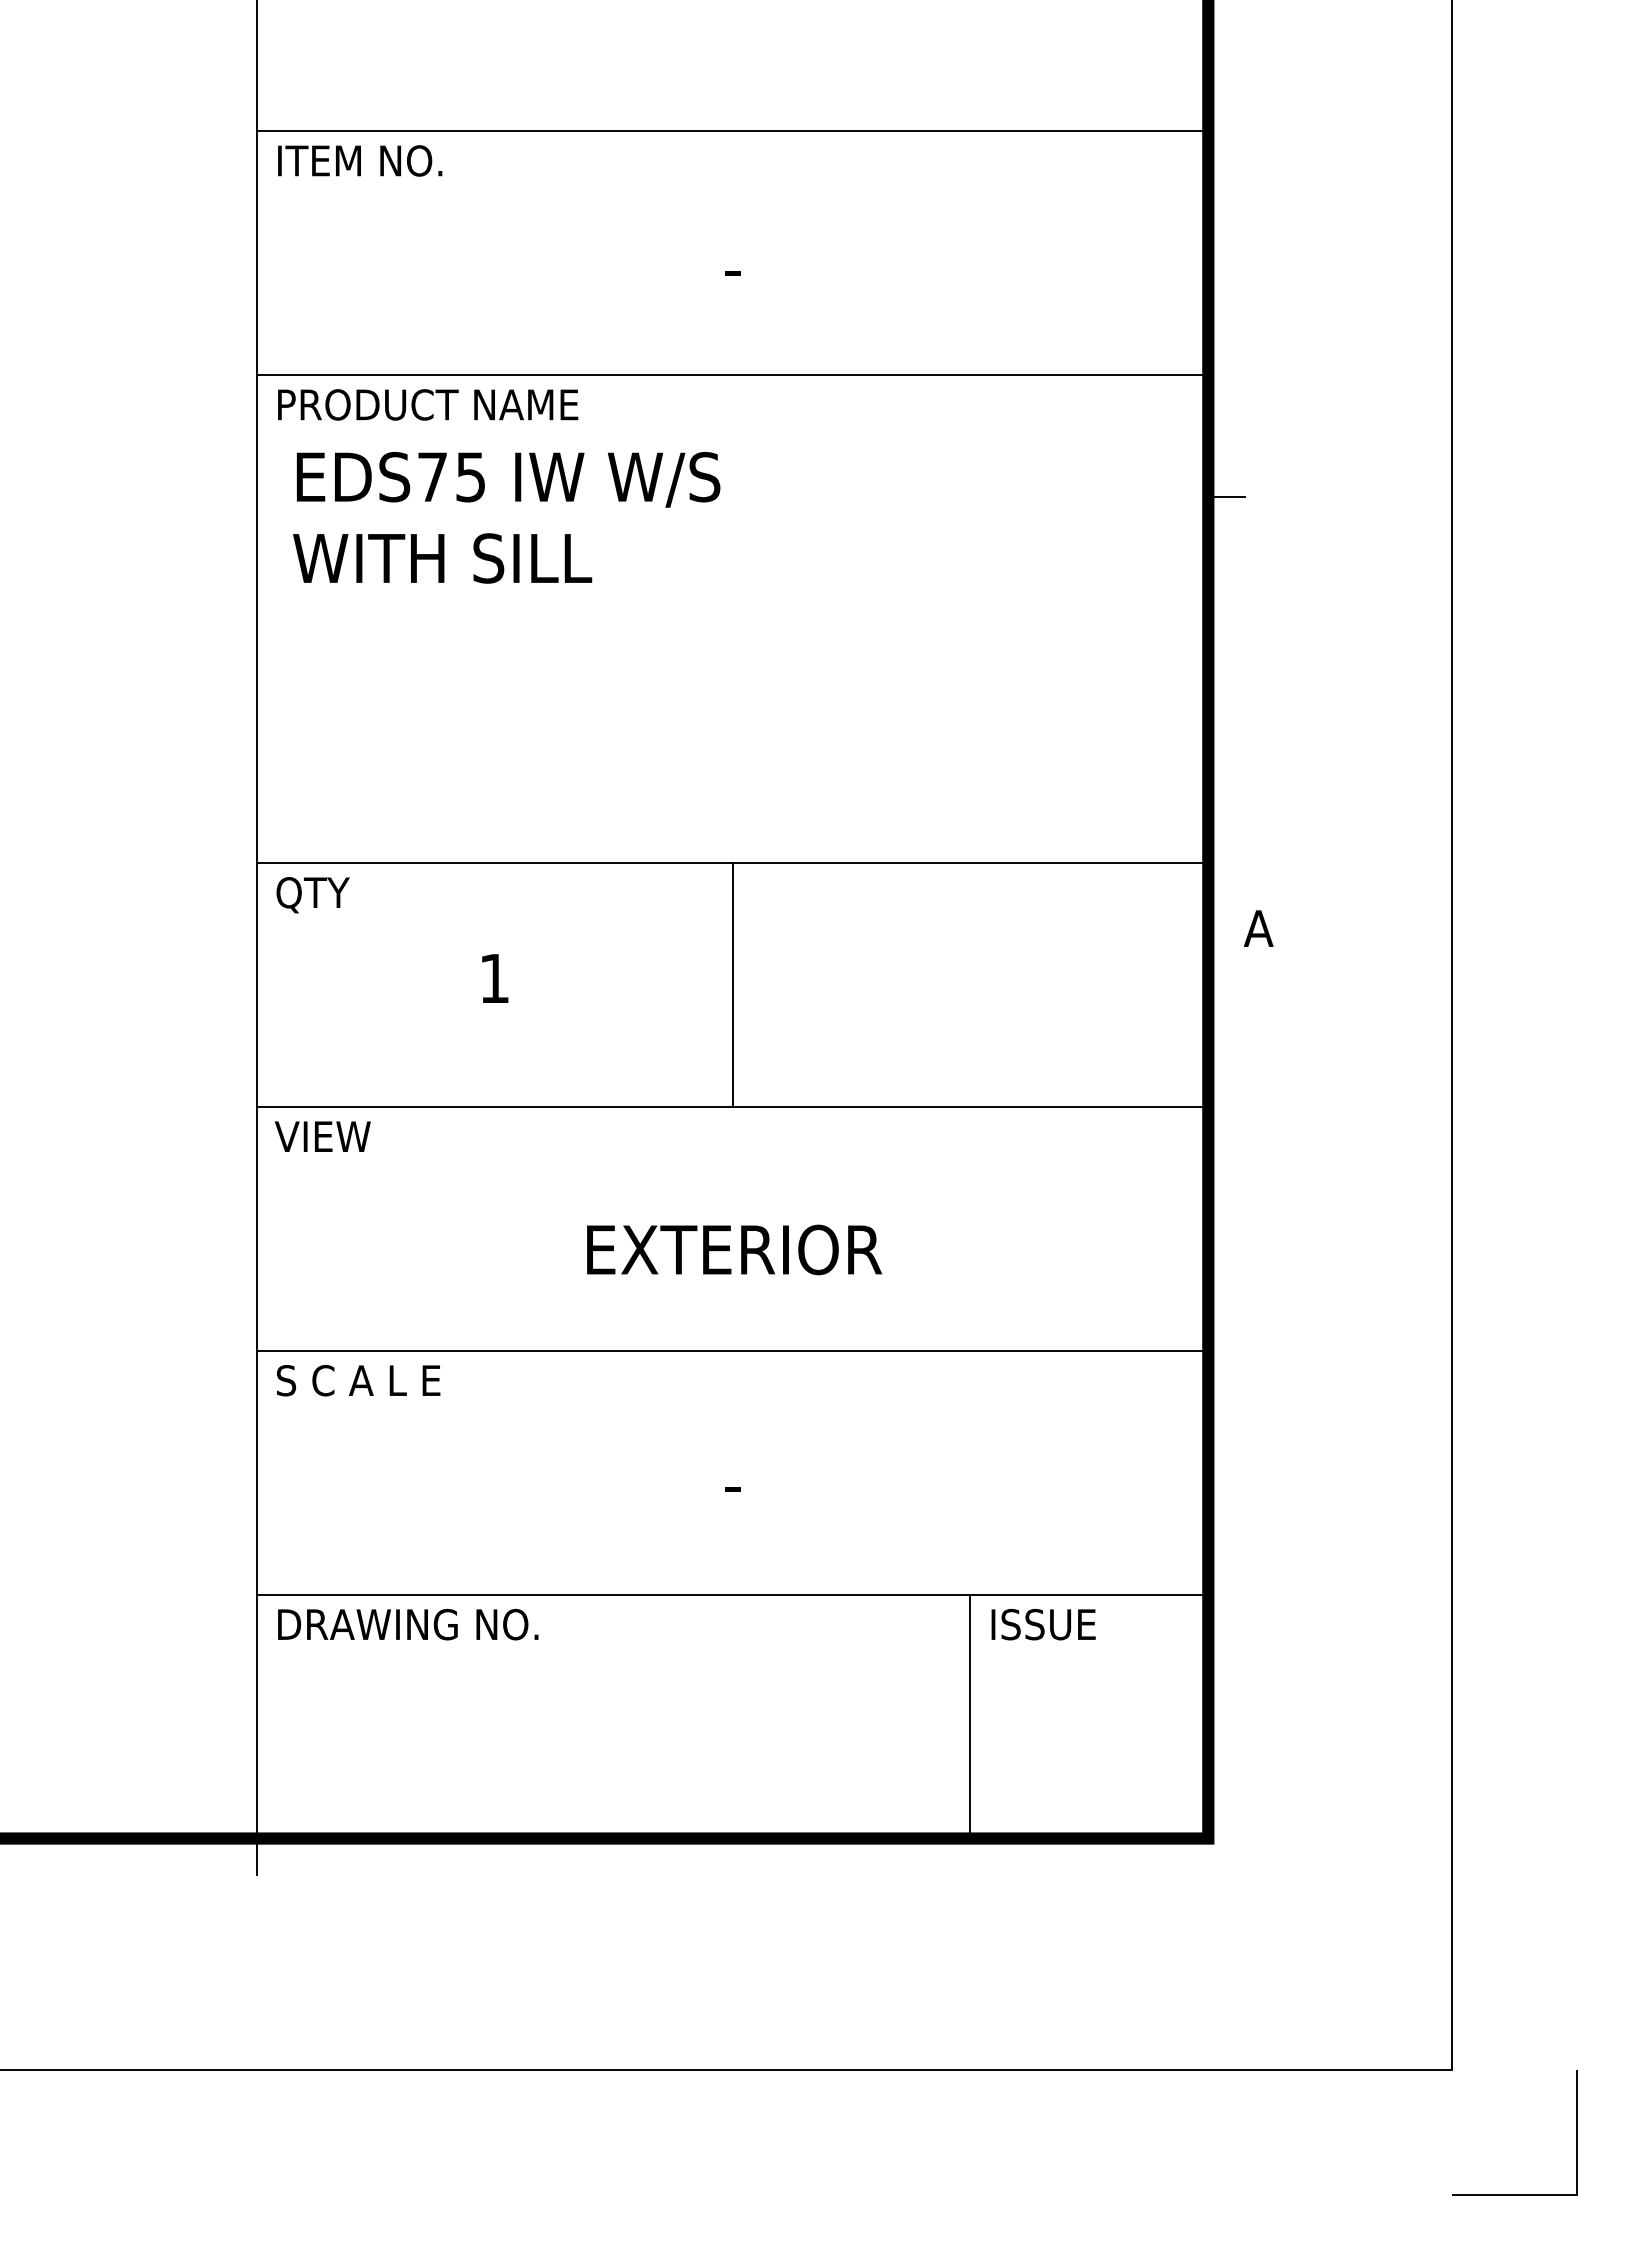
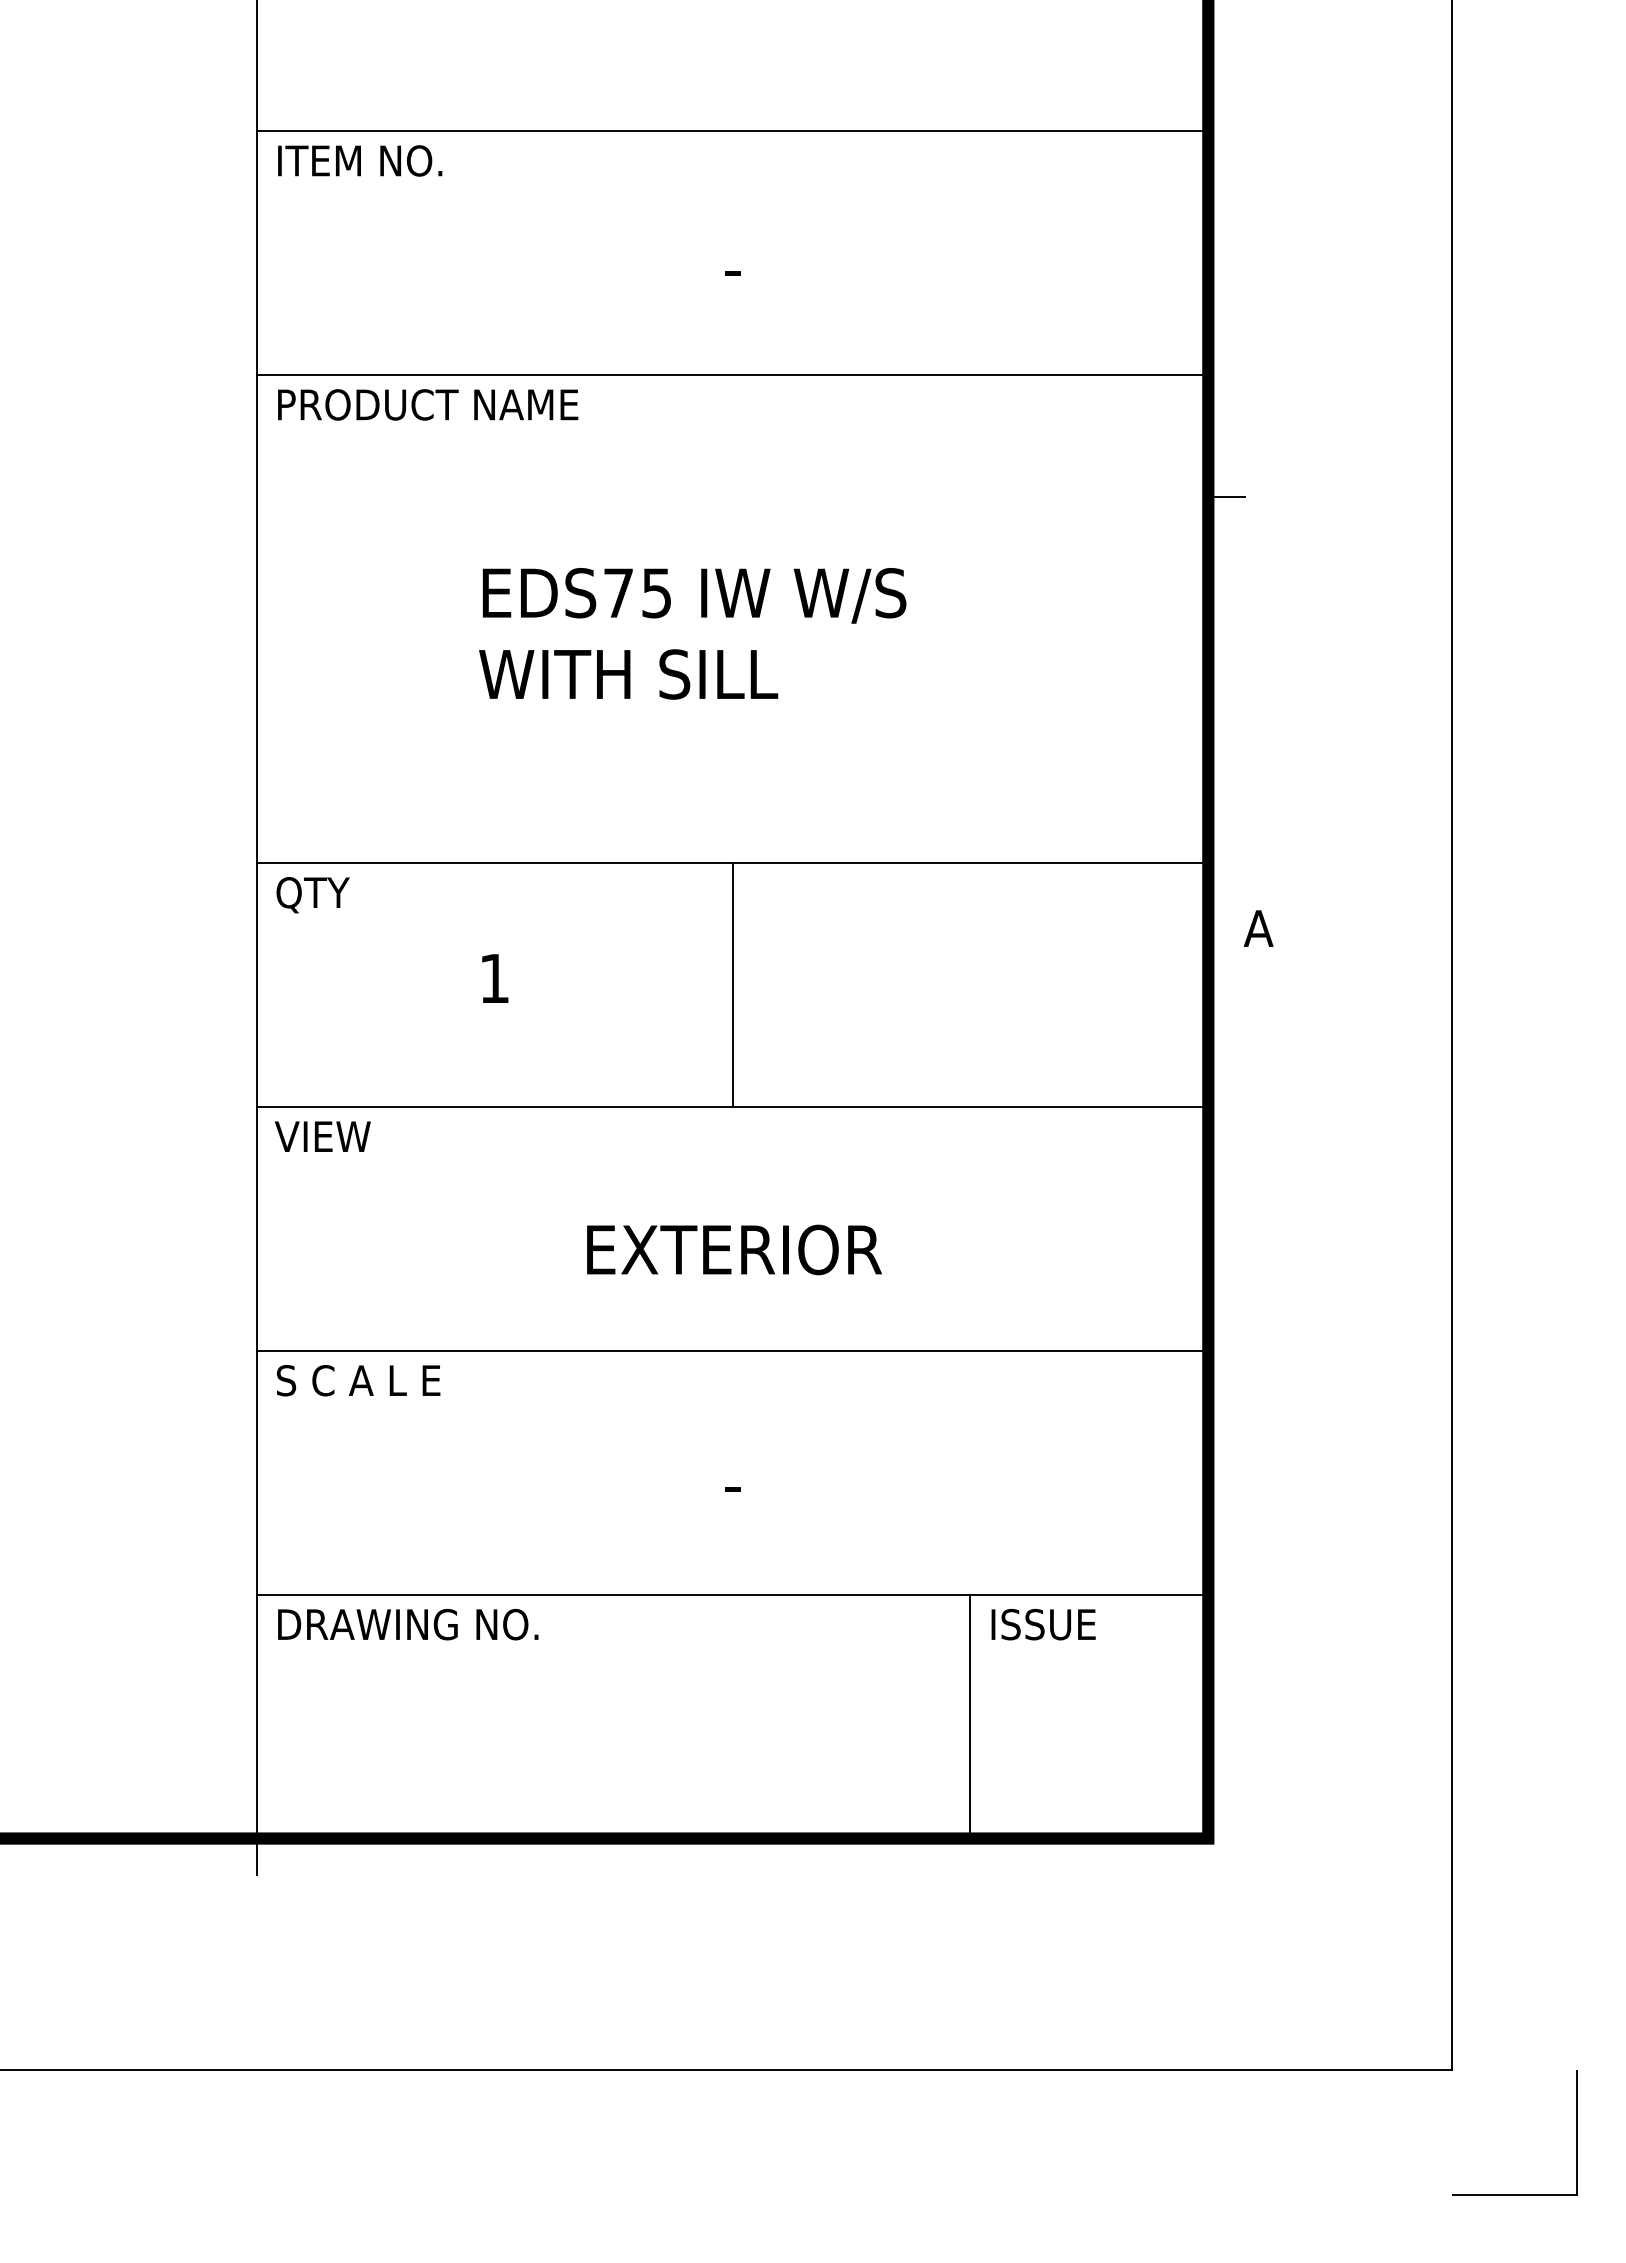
text at (506, 517) position: (506, 517) -> (692, 633)
